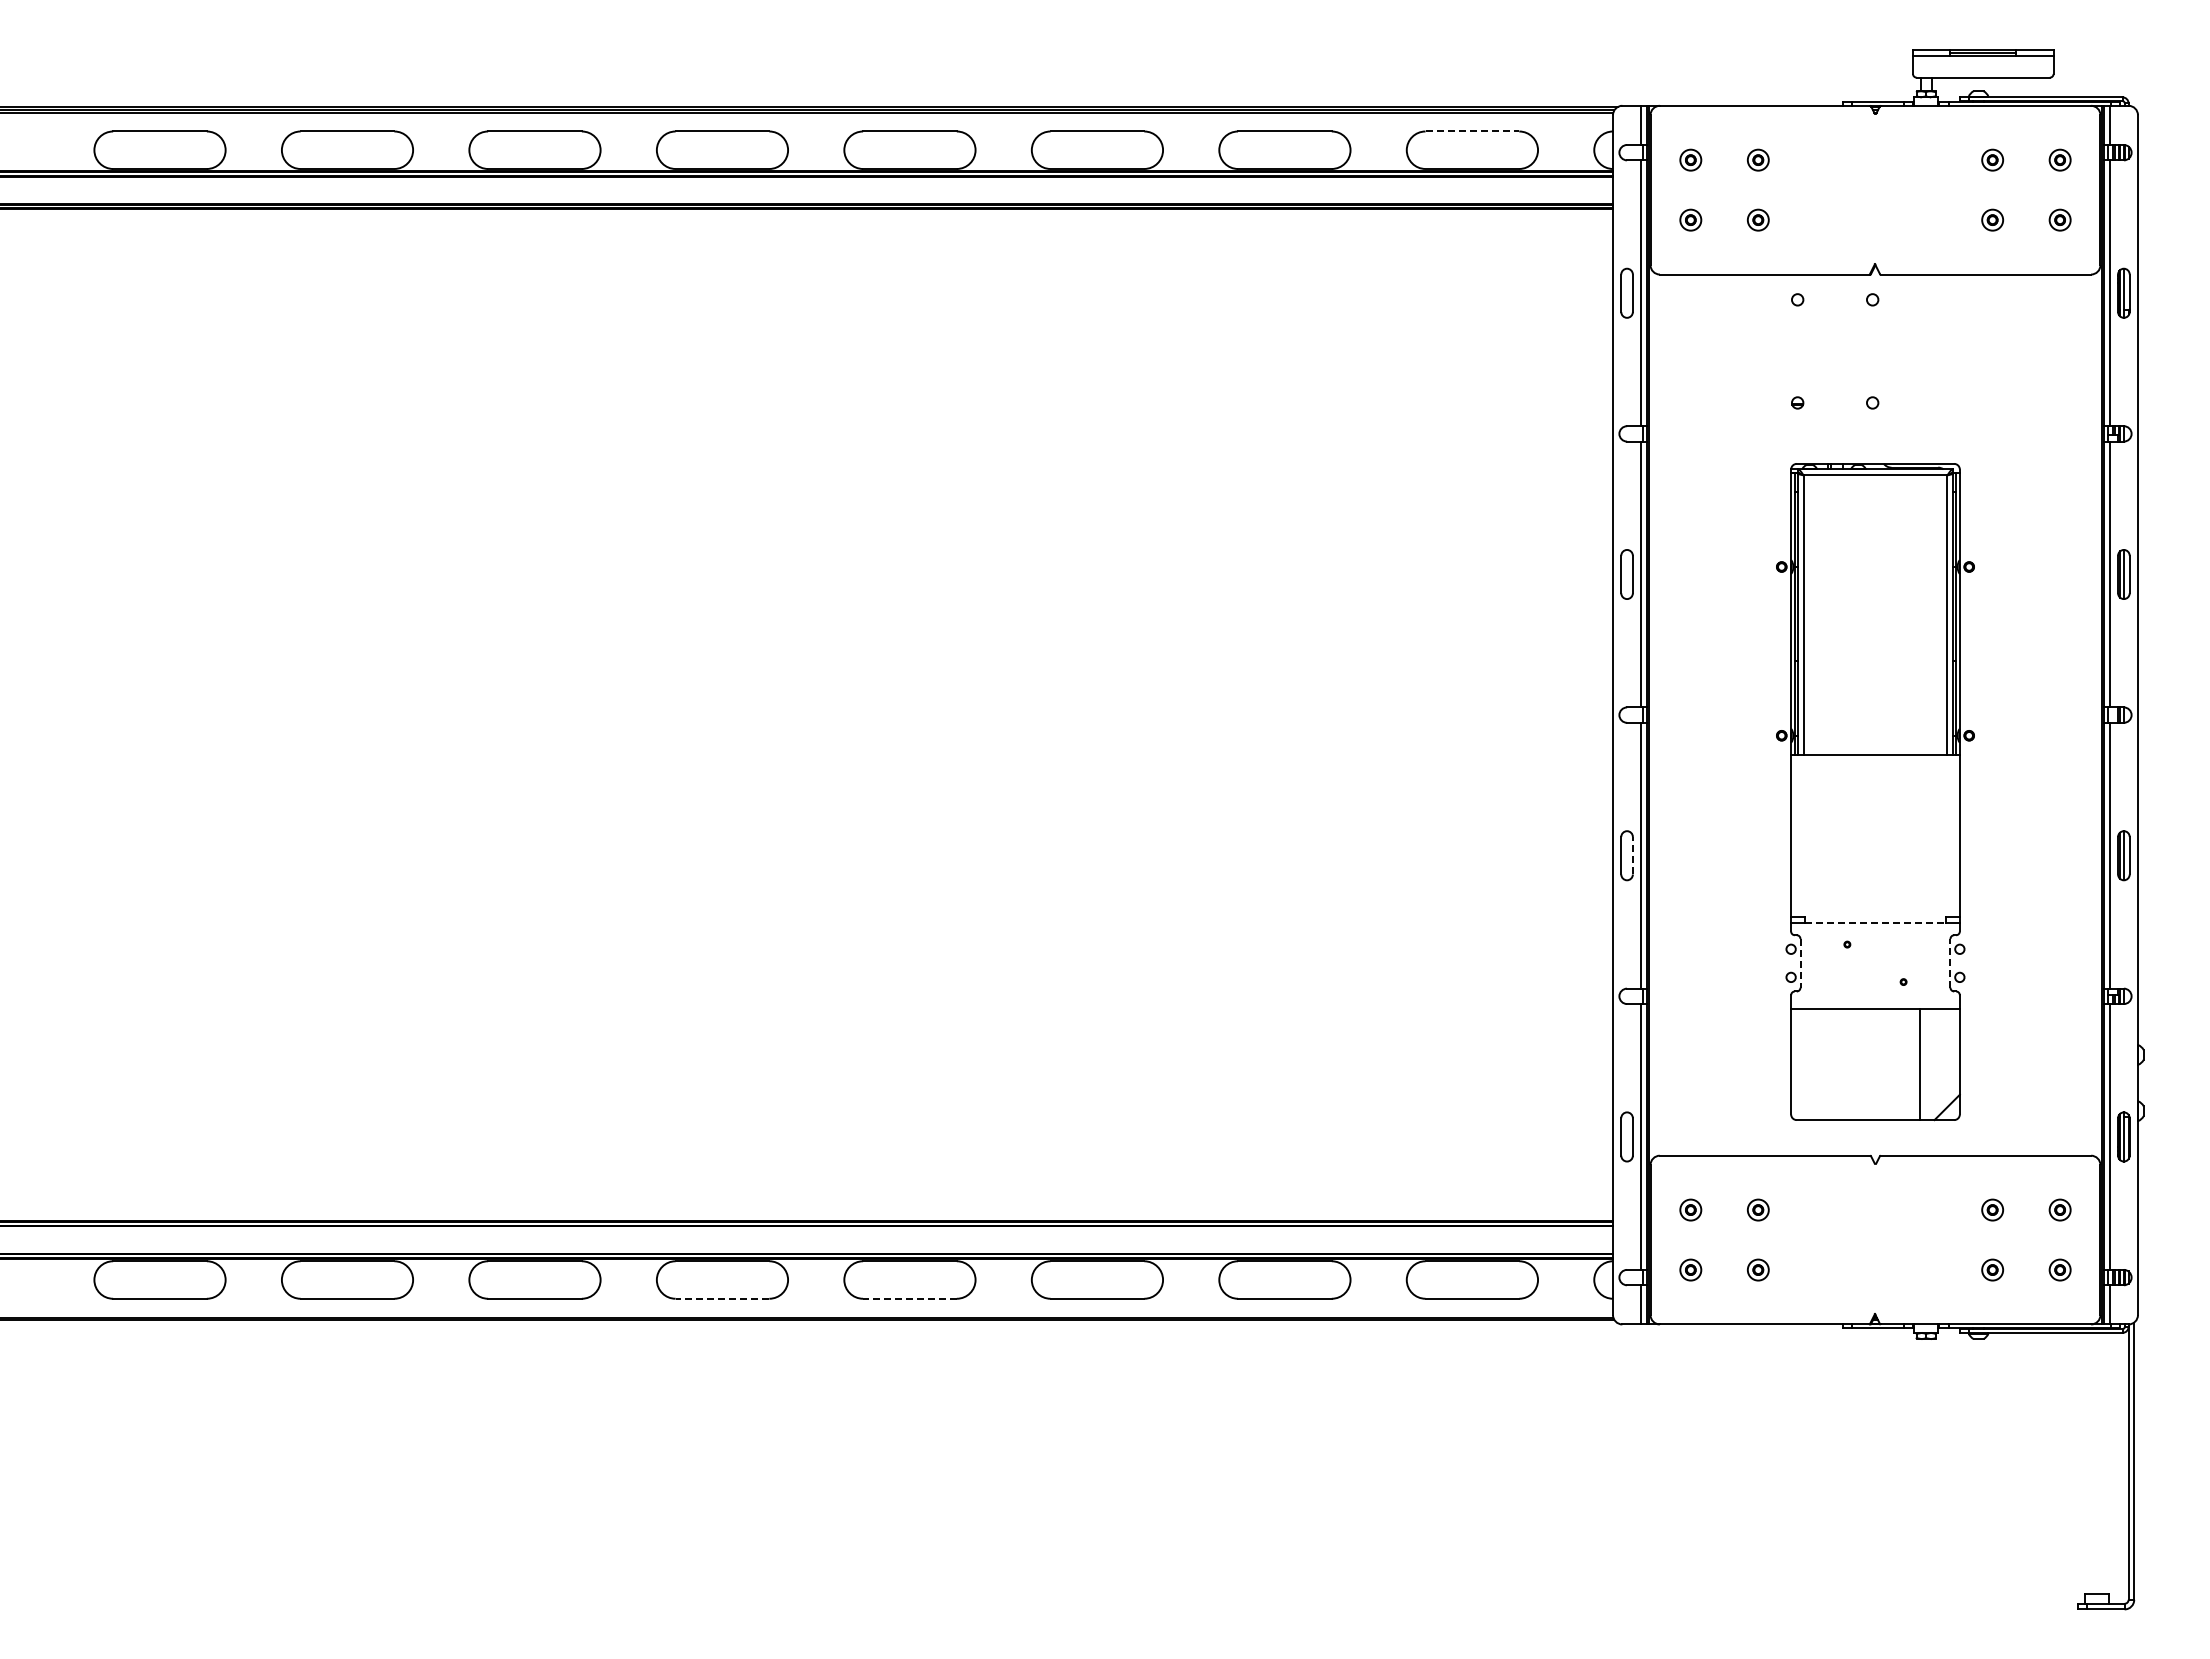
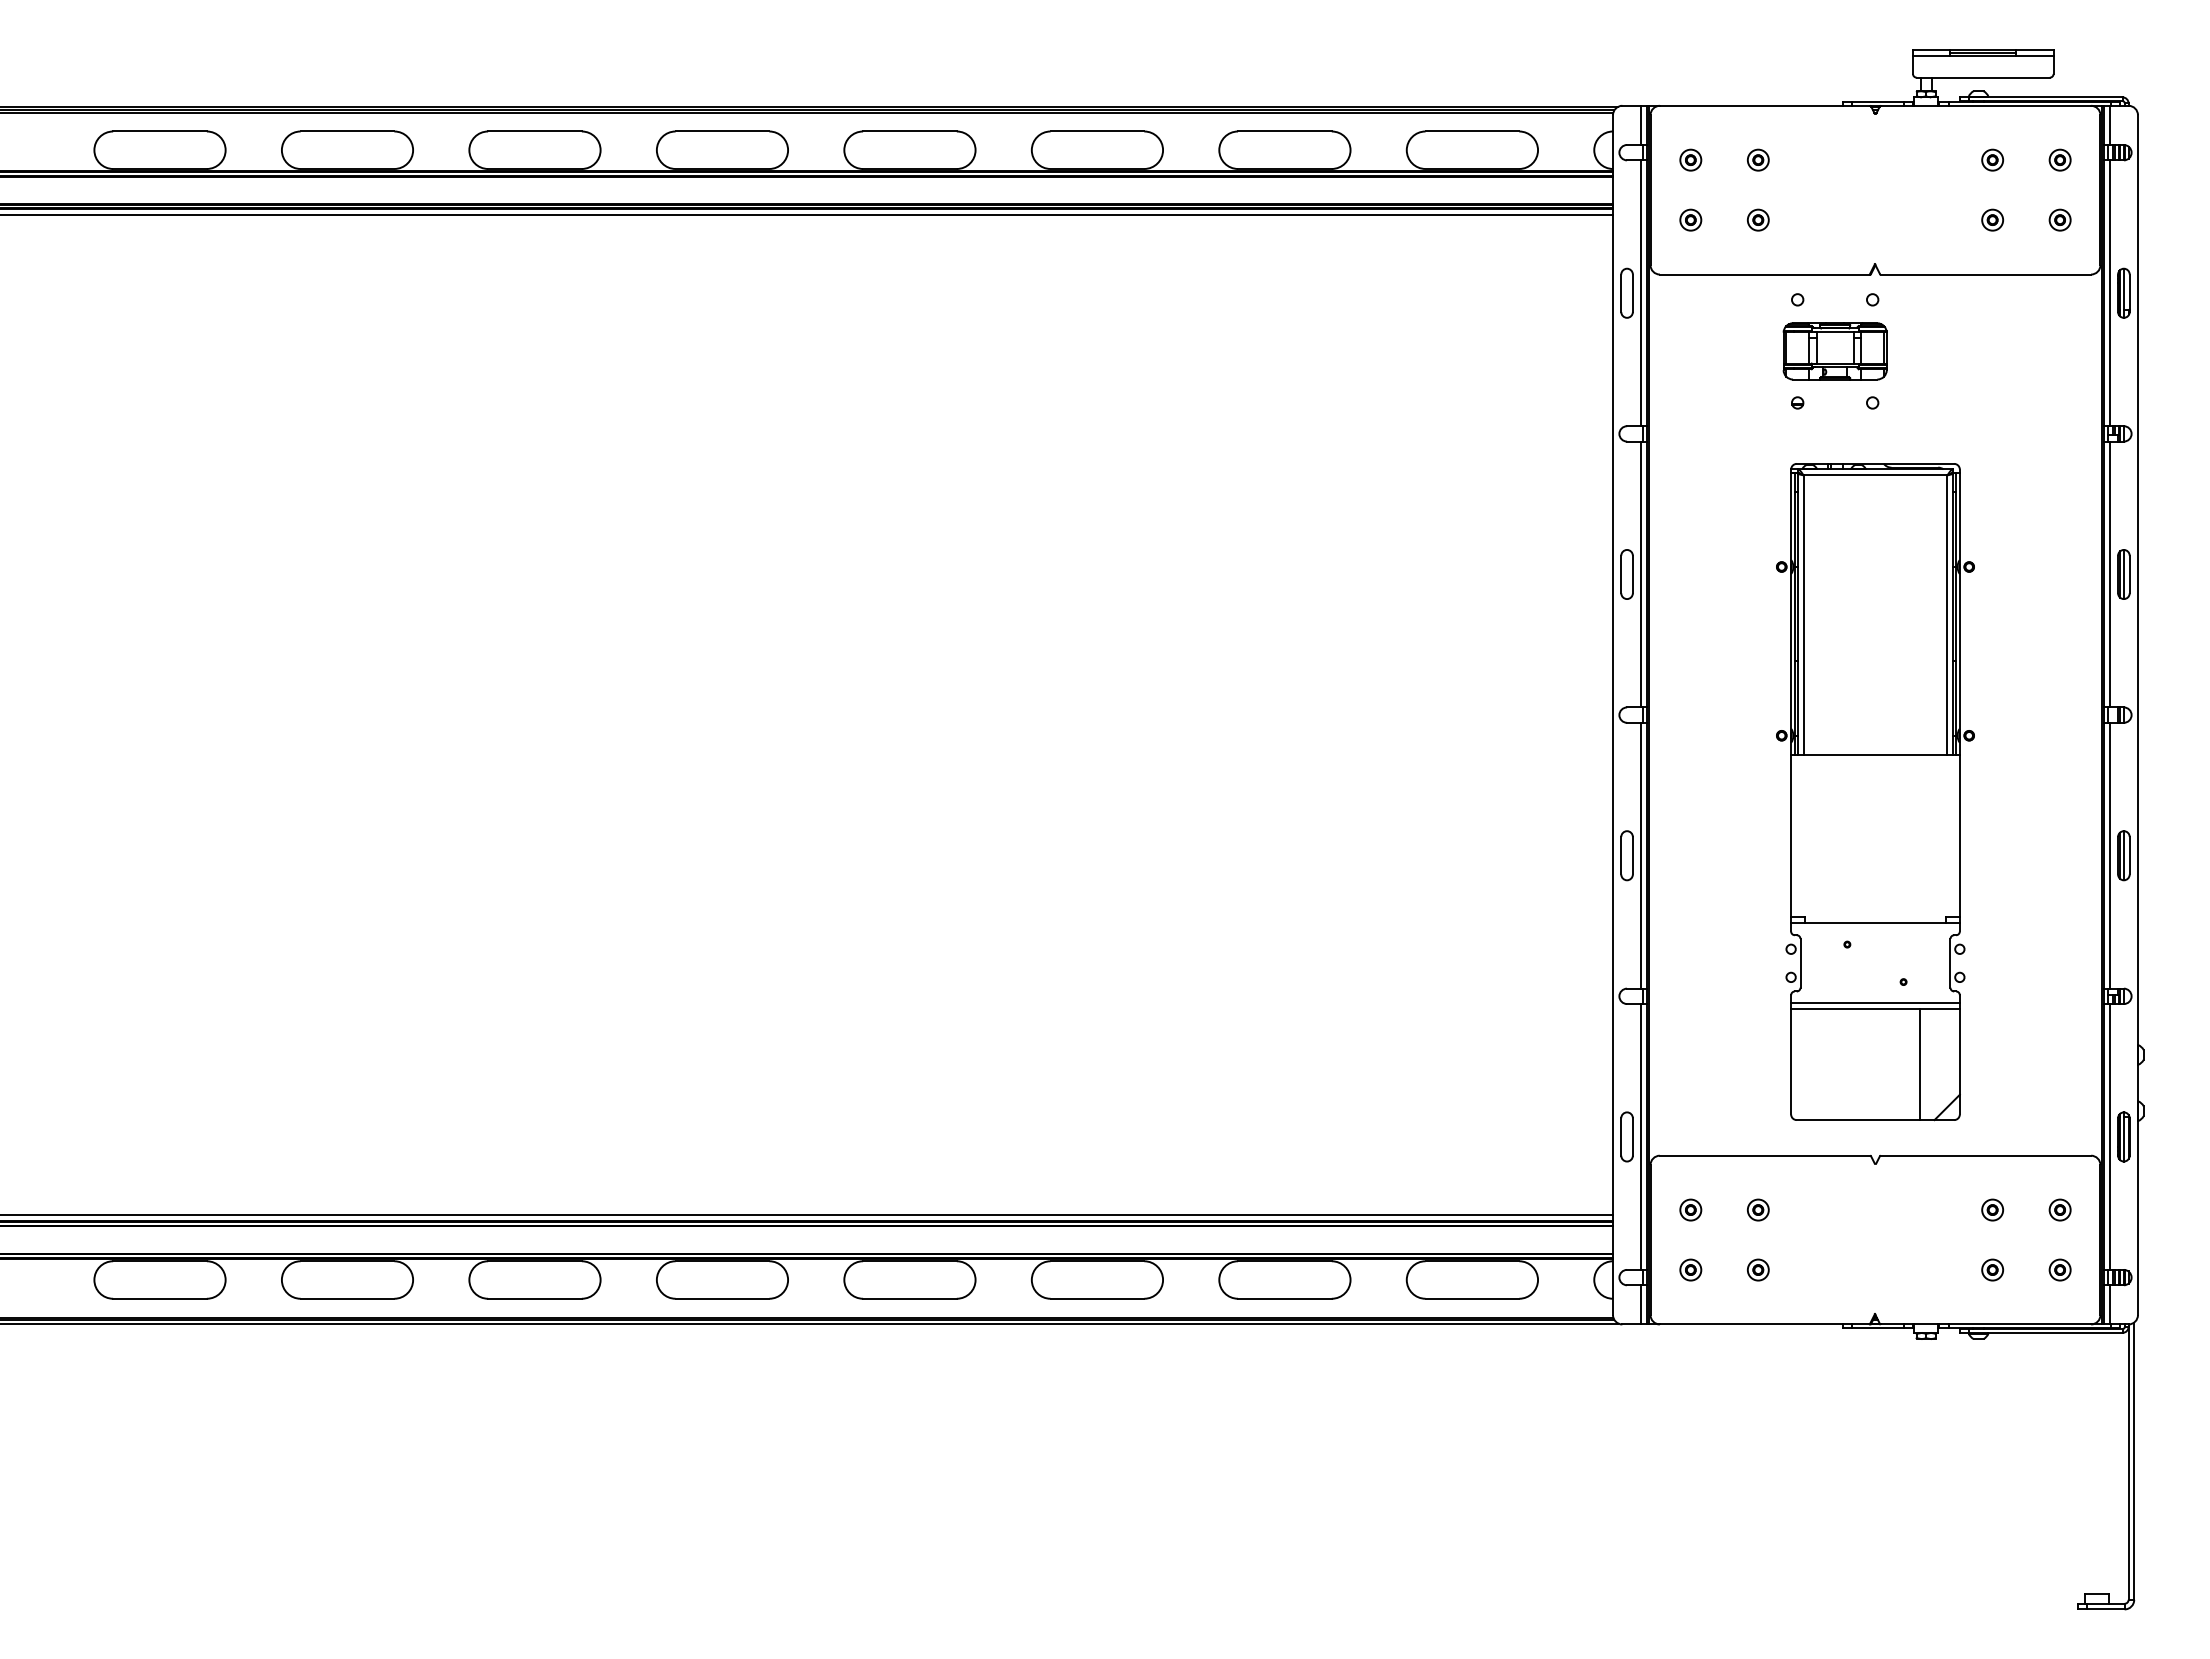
line at (1472, 131): dashed -> solid
line at (807, 215): none -> present
part at (1834, 351): none -> present
line at (1632, 855): dashed -> solid
line at (1875, 923): dashed -> solid
line at (1950, 962): dashed -> solid
line at (1800, 963): dashed -> solid
line at (1875, 1003): none -> present
line at (807, 1214): none -> present
line at (722, 1298): dashed -> solid
line at (909, 1298): dashed -> solid
line at (810, 1323): none -> present
